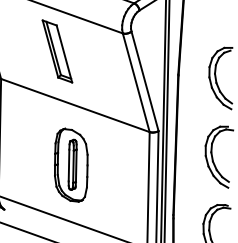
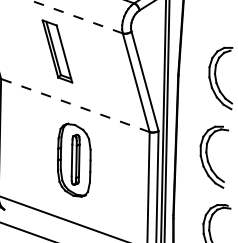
line at (75, 16): solid -> dashed
line at (75, 105): solid -> dashed
part at (213, 157) position: (213, 157) -> (208, 157)
part at (71, 164) position: (71, 164) -> (74, 159)
